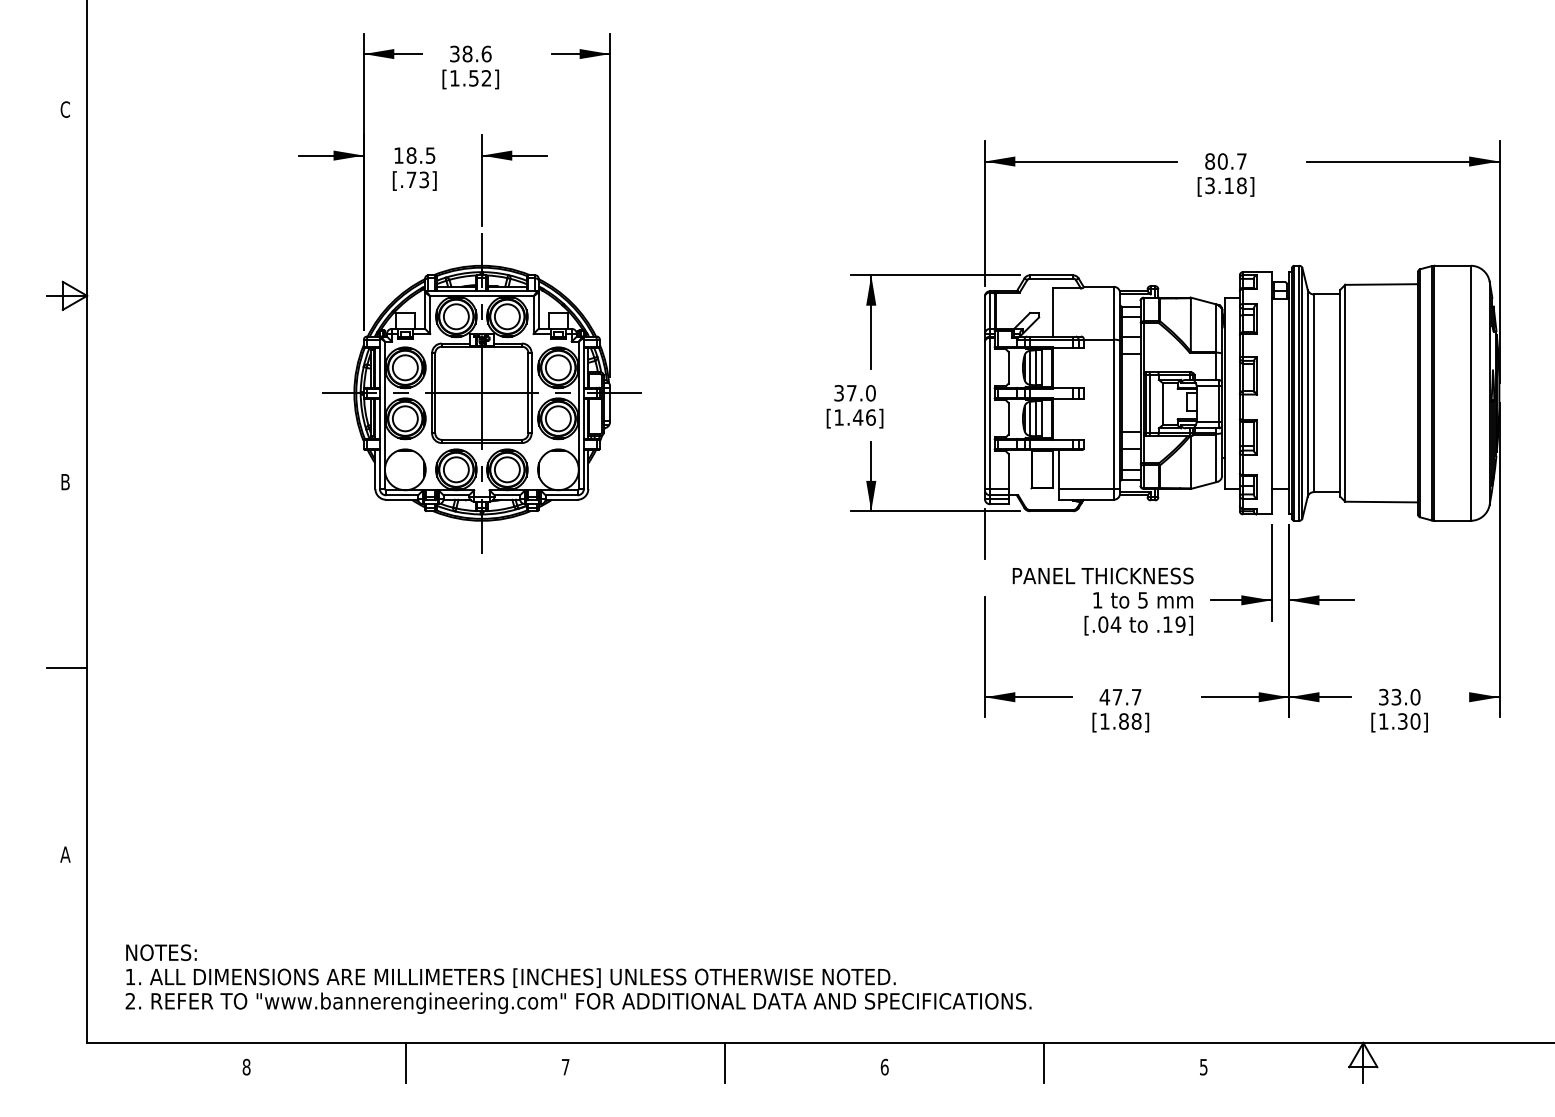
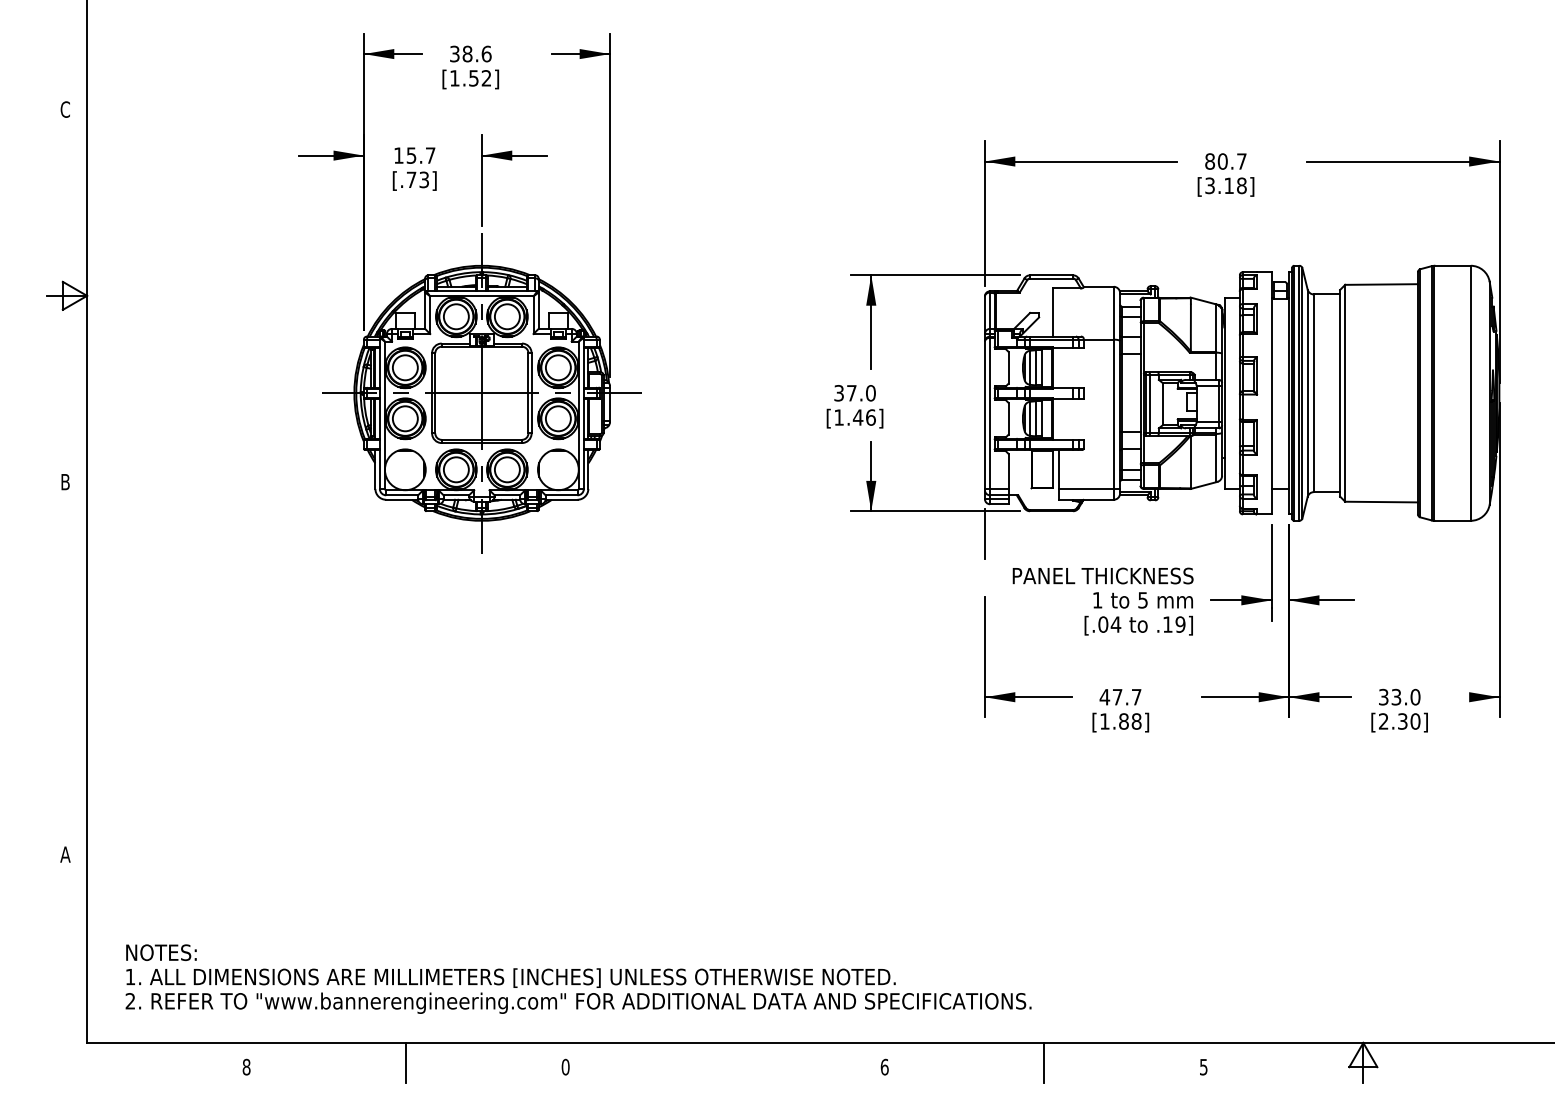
text at (420, 155): 18.5 -> 15.7
line at (66, 668): present -> none
text at (1383, 721): [1.30] -> [2.30]
line at (725, 1062): present -> none
text at (565, 1066): 7 -> 0
